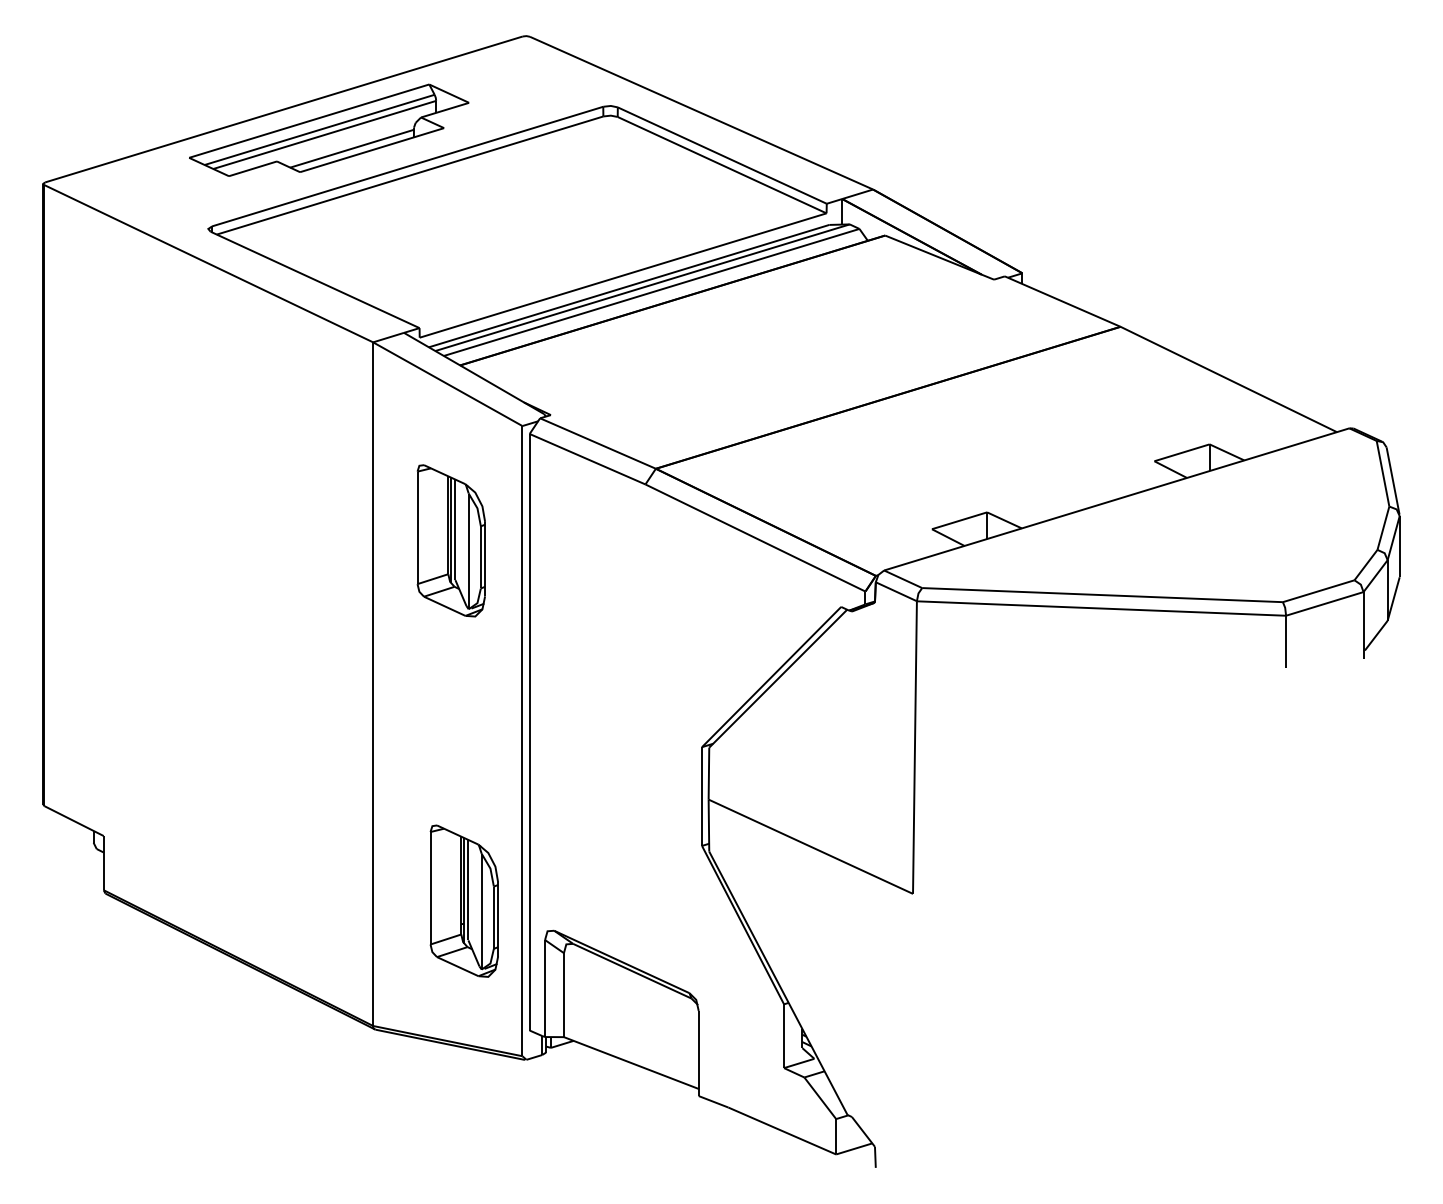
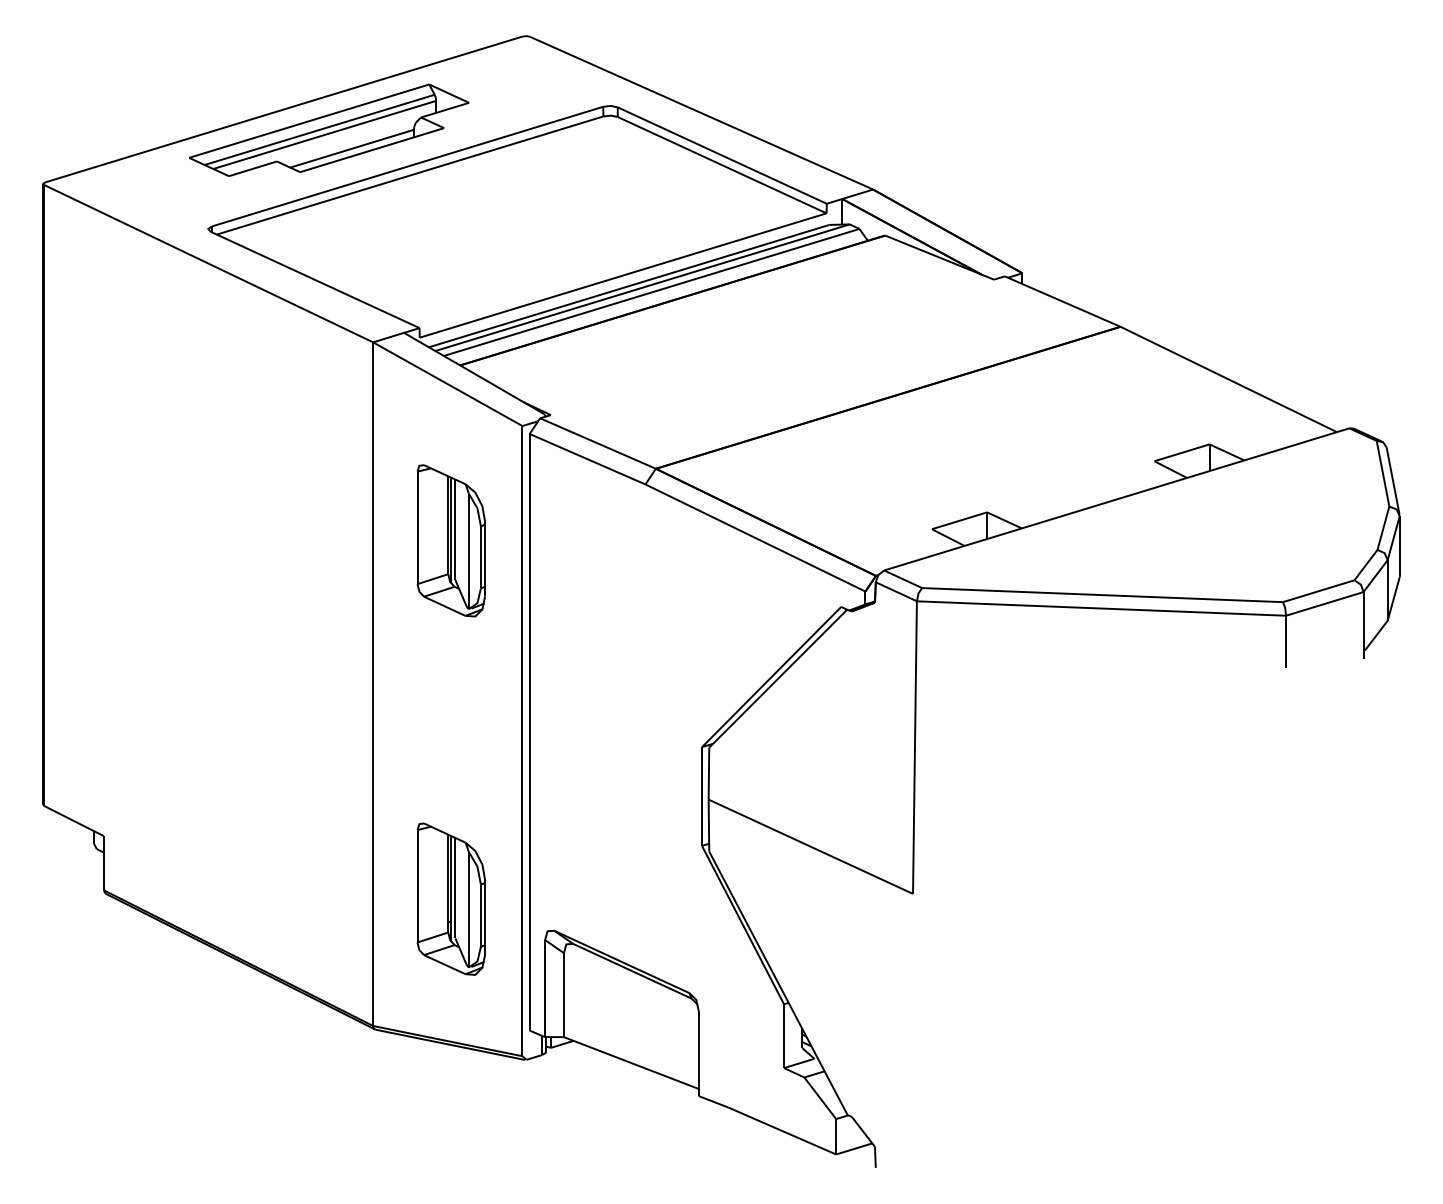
part at (463, 900) position: (463, 900) -> (450, 898)
